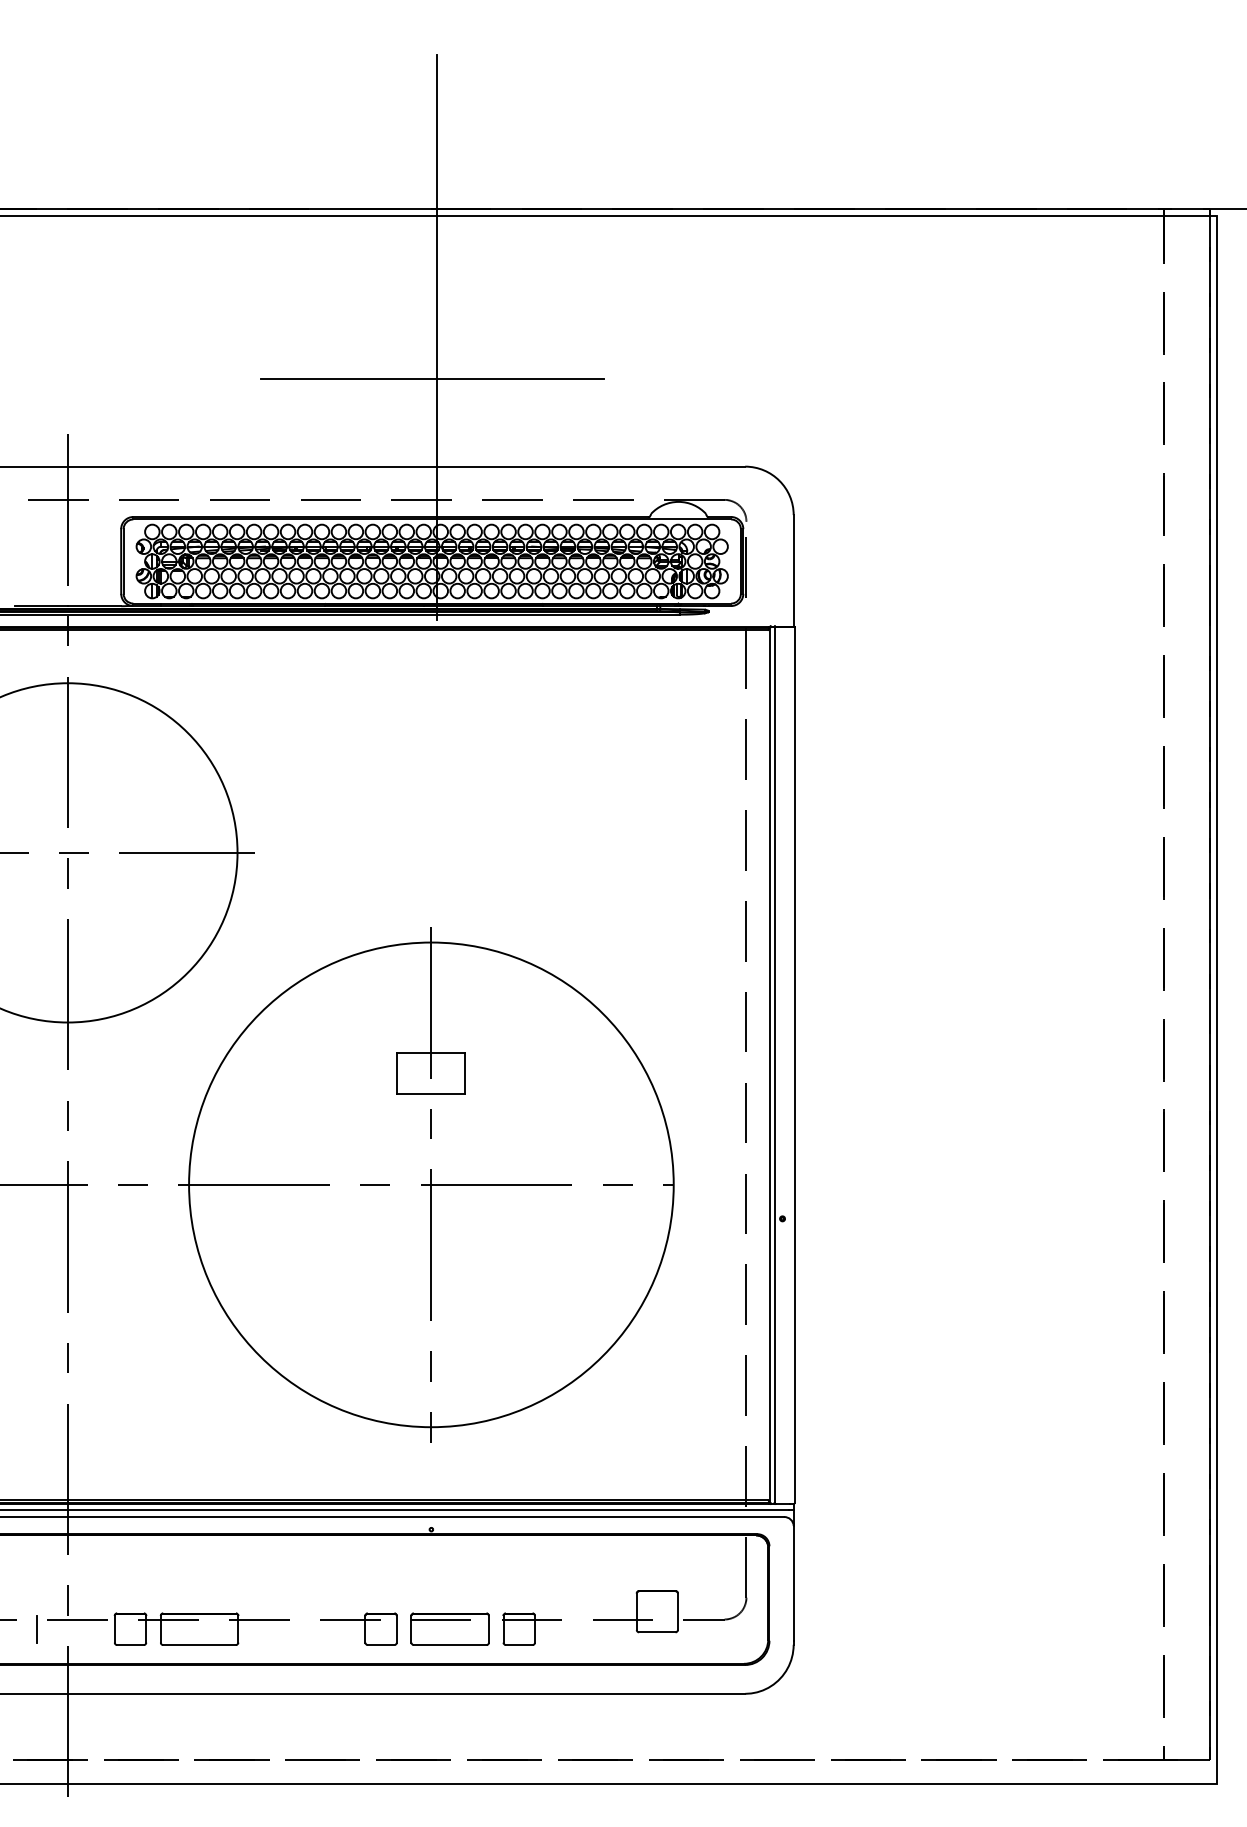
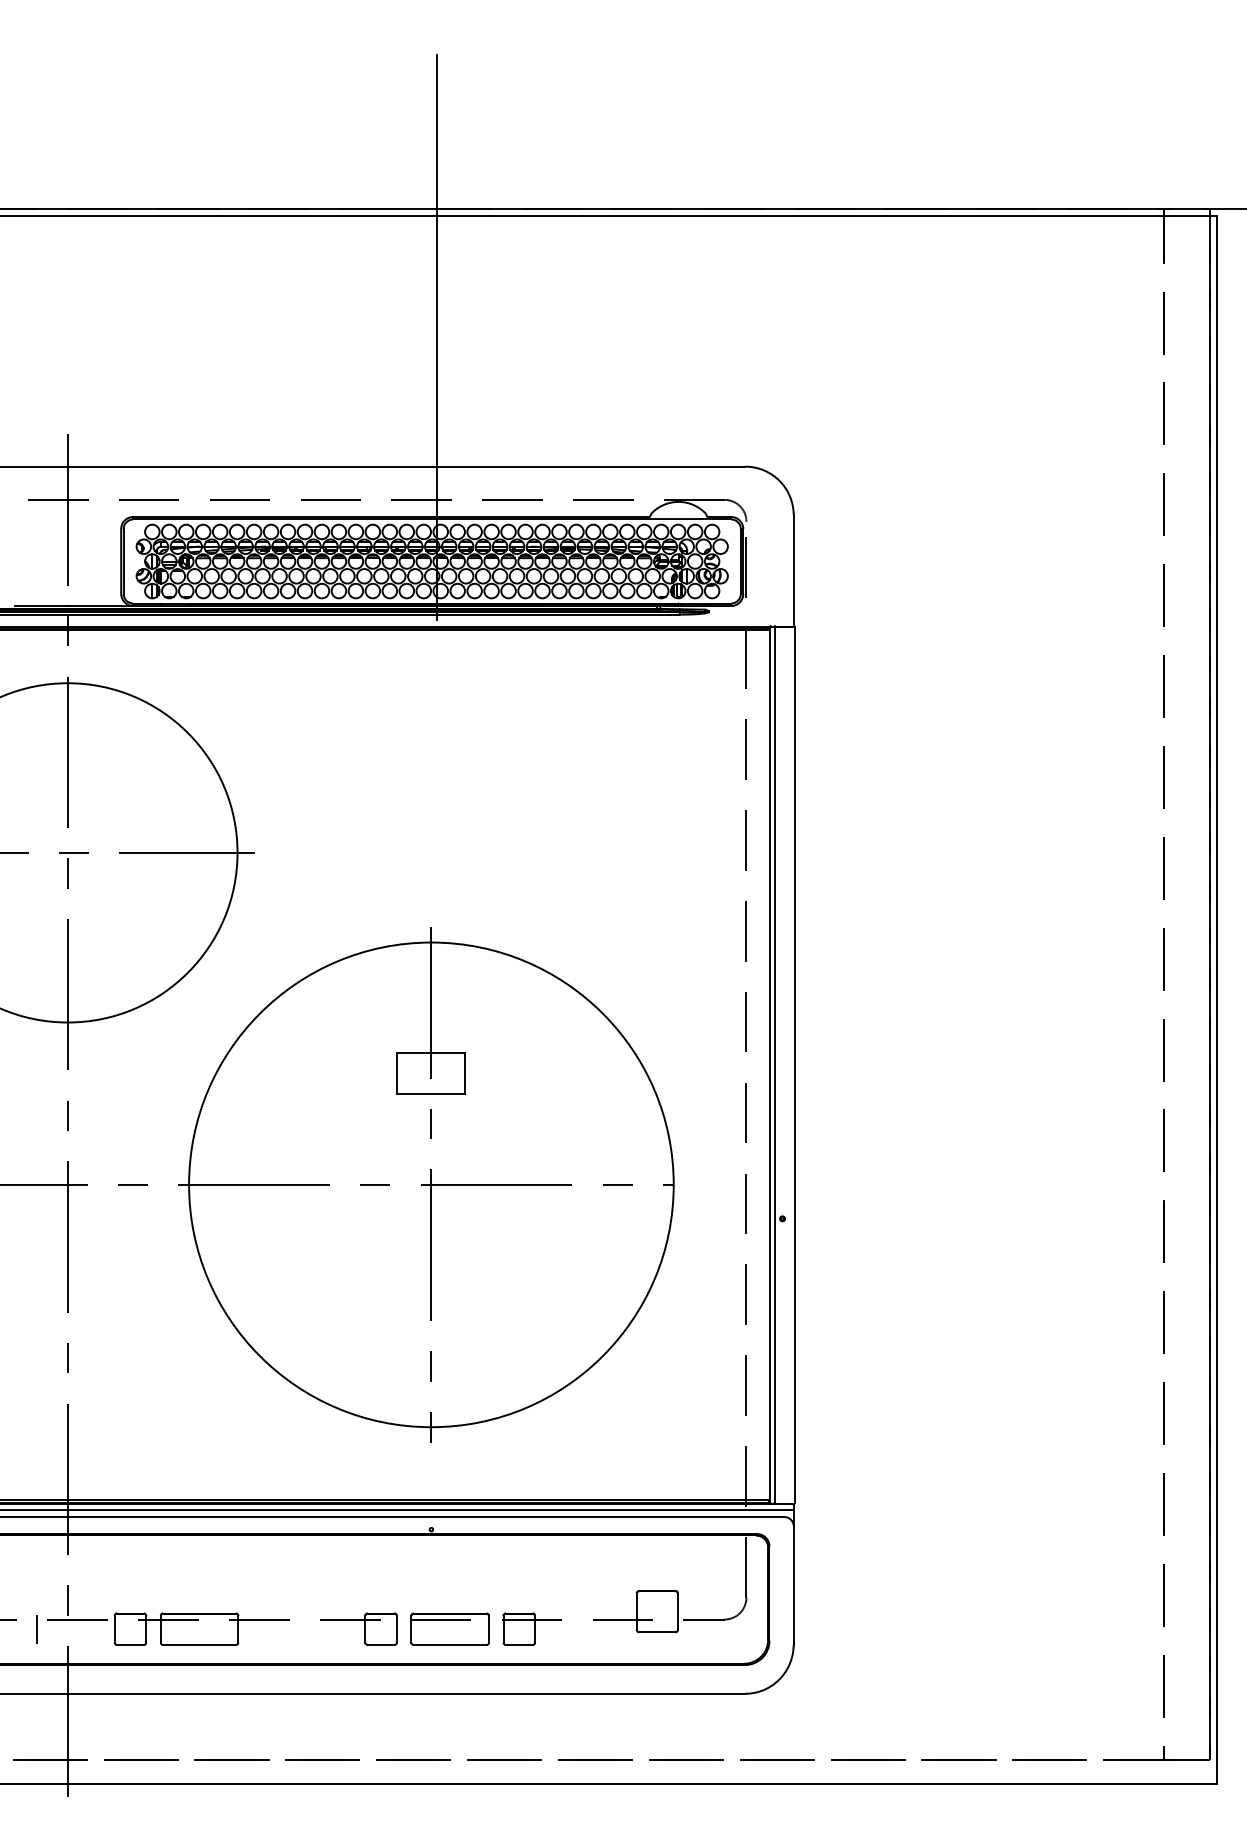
line at (432, 378): present -> none
